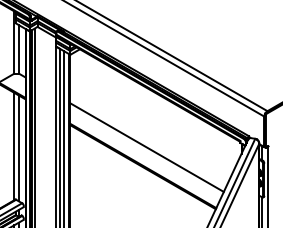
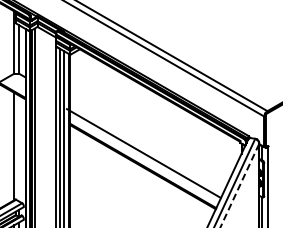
line at (146, 147) position: (146, 147) -> (143, 153)
line at (18, 148): present -> none
line at (239, 186): solid -> dashed
